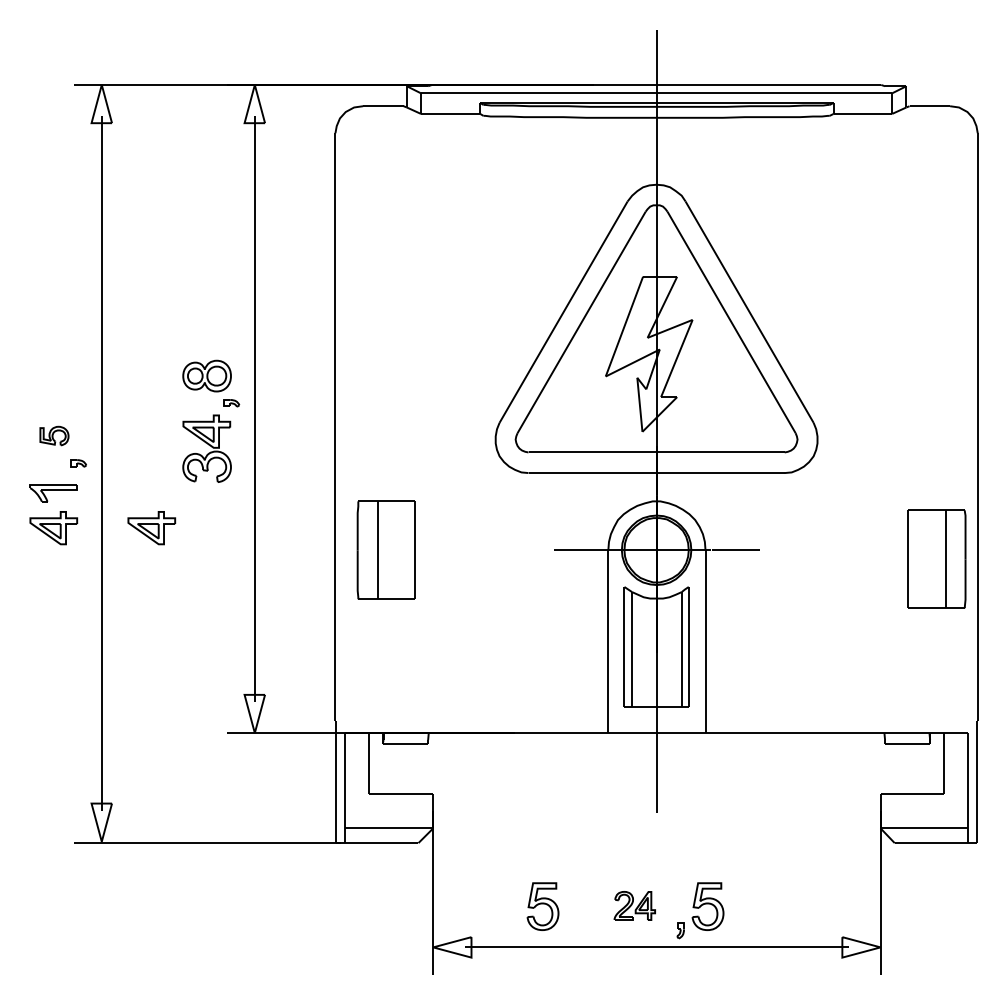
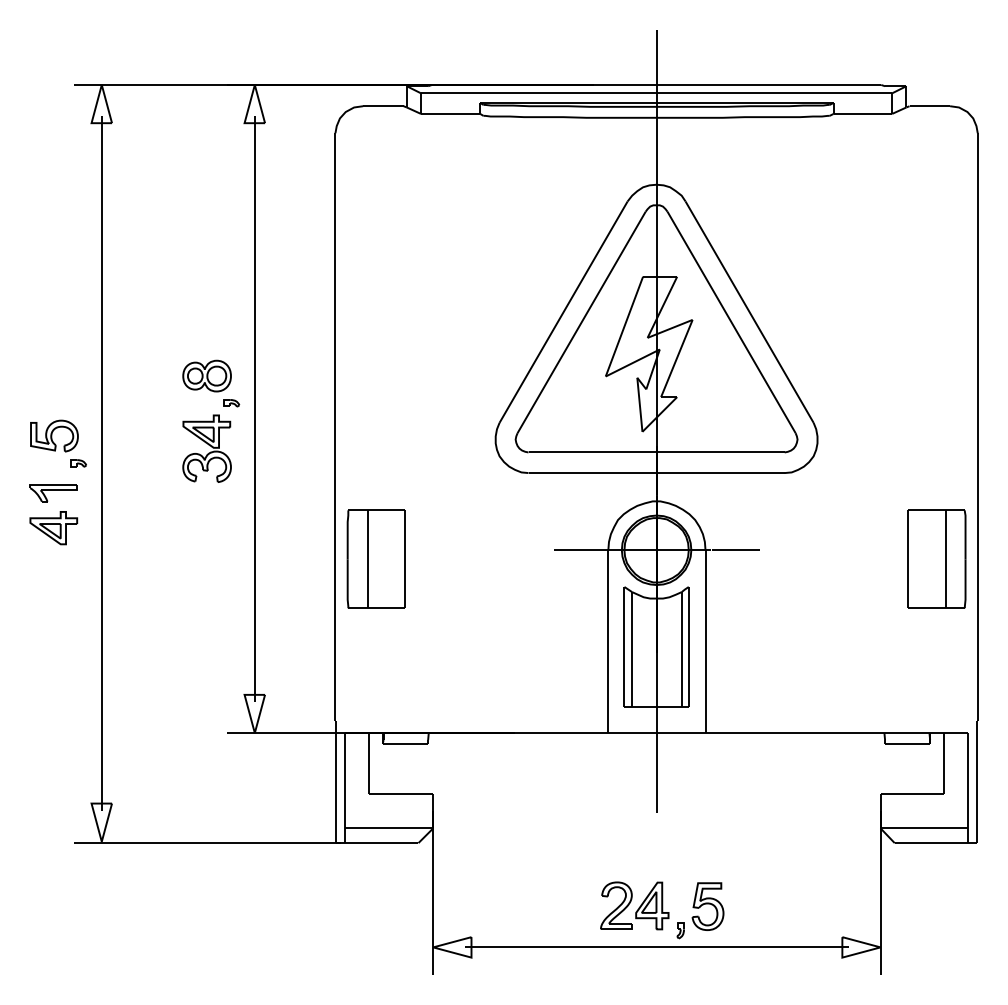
part at (54, 435) size: 31x22 px -> 49x34 px
part at (151, 528): present -> none
part at (385, 549) position: (385, 549) -> (375, 558)
part at (634, 905) size: 43x30 px -> 70x50 px
part at (542, 906): present -> none
